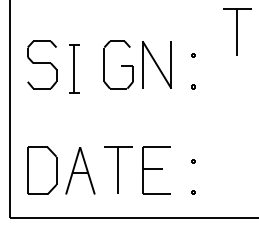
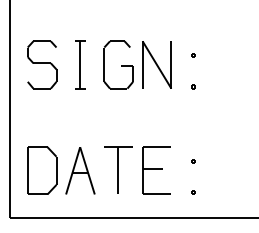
part at (237, 31): present -> none
part at (74, 68) position: (74, 68) -> (80, 64)
